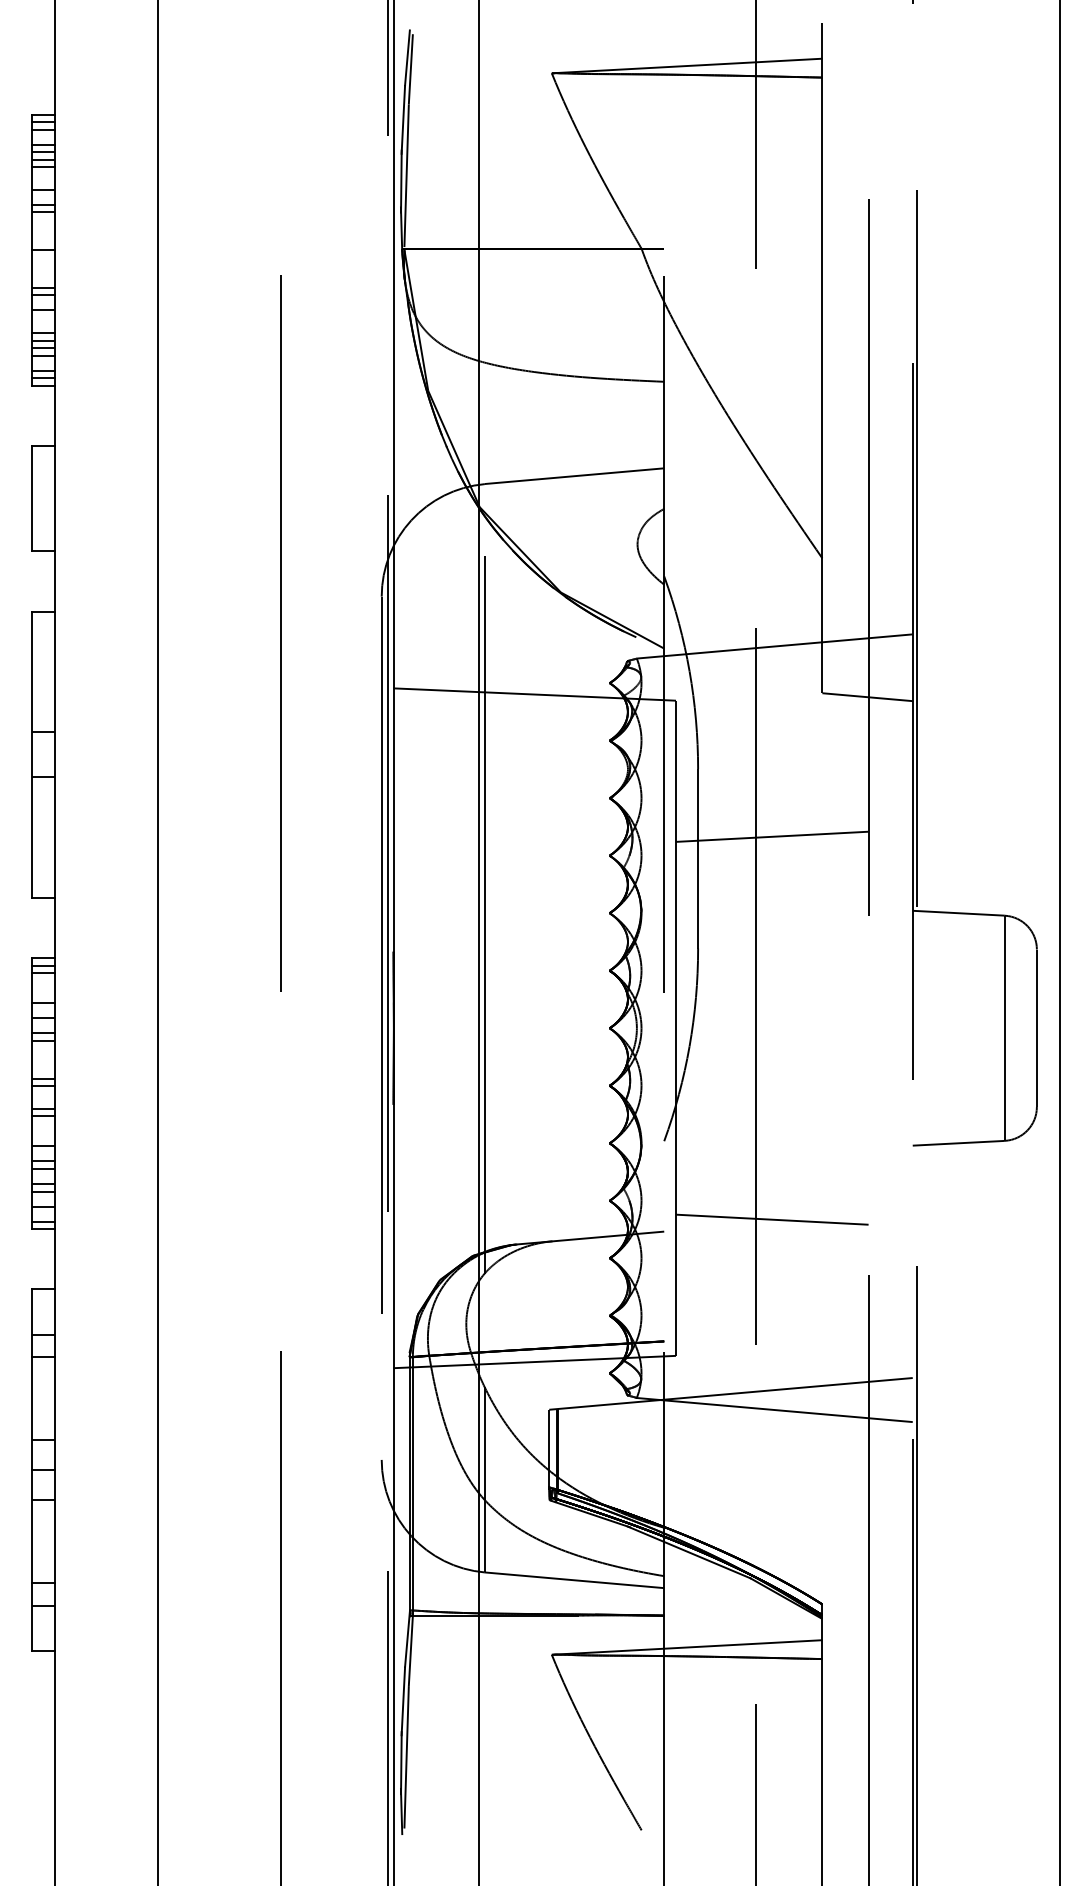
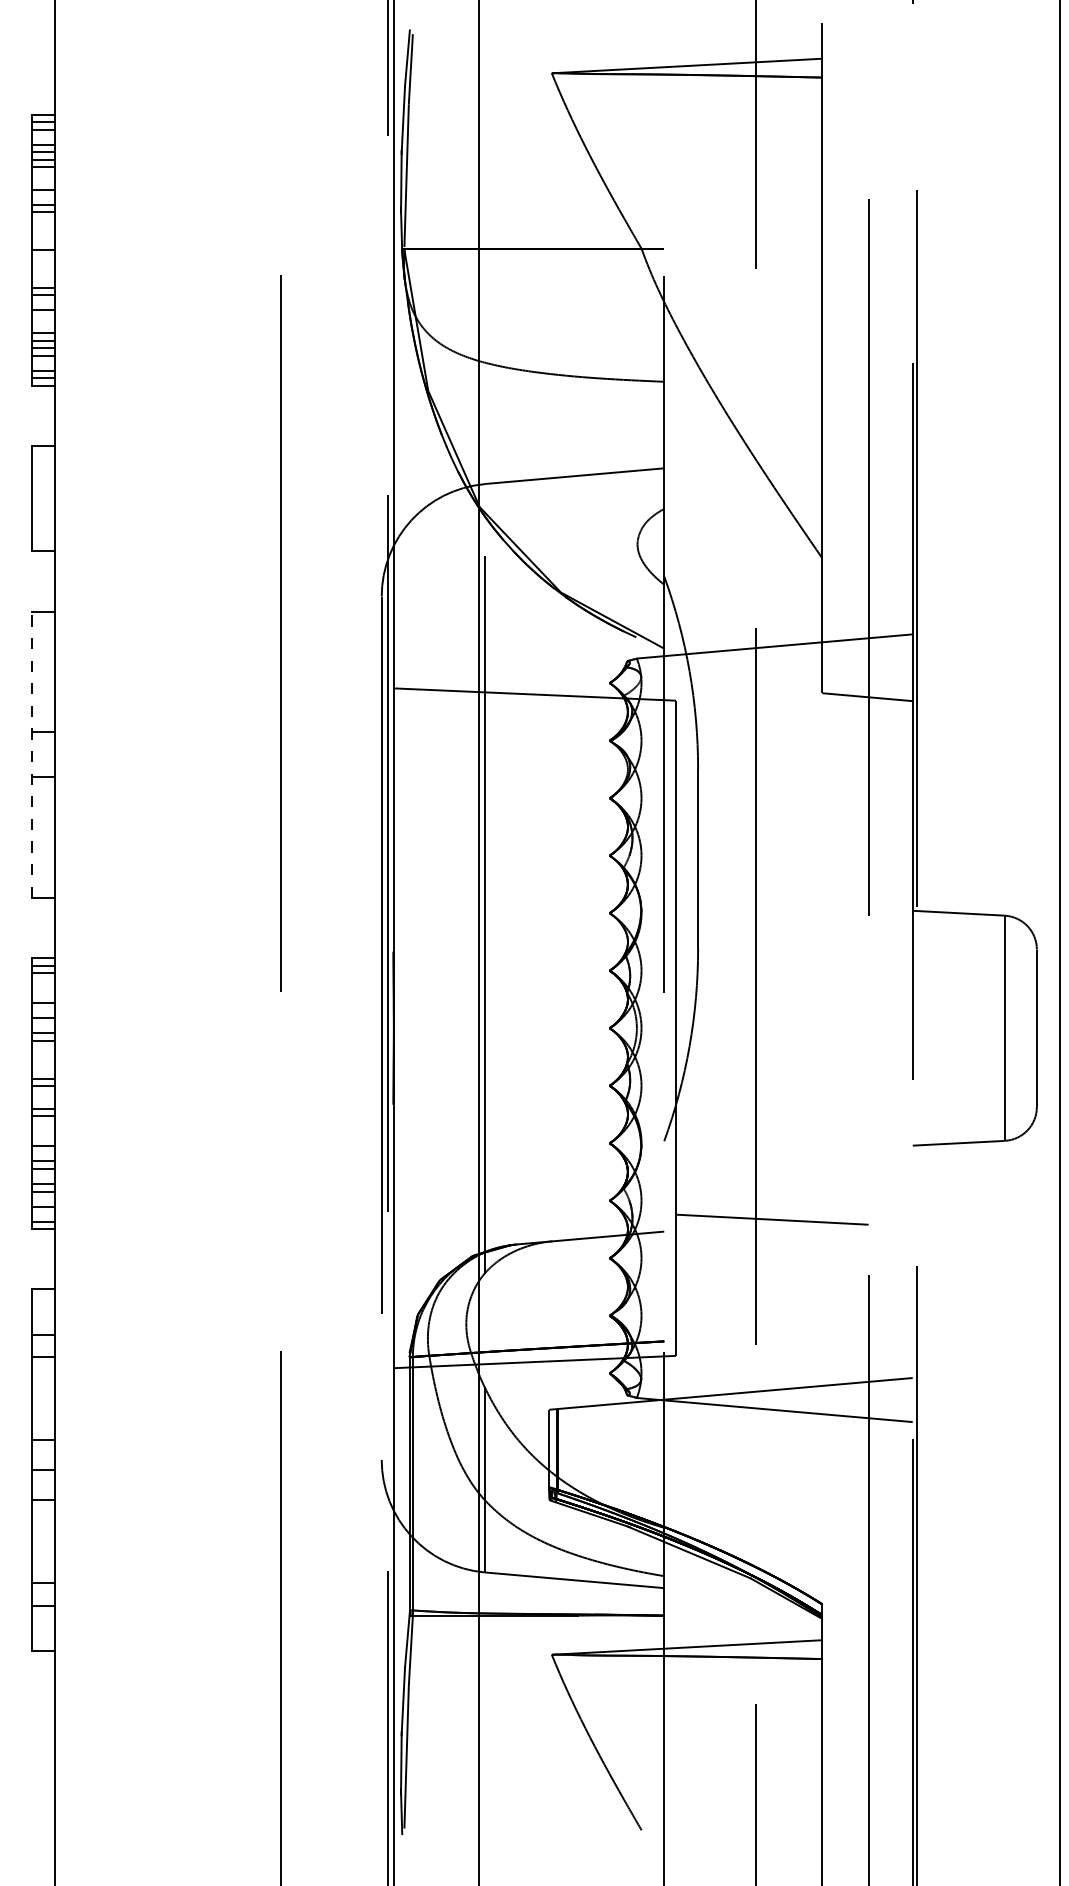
line at (32, 754): solid -> dashed
line at (771, 836): present -> none
line at (157, 942): present -> none
